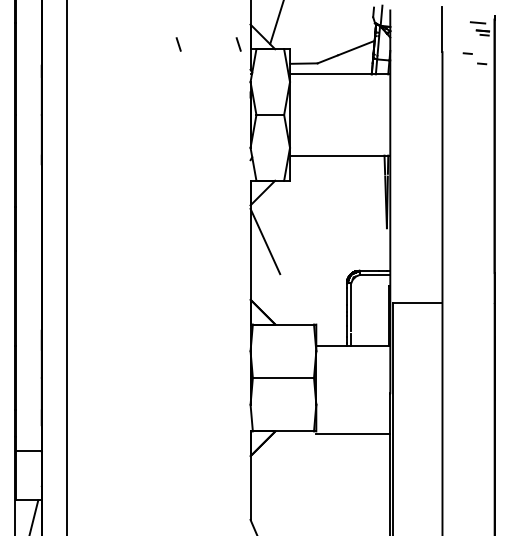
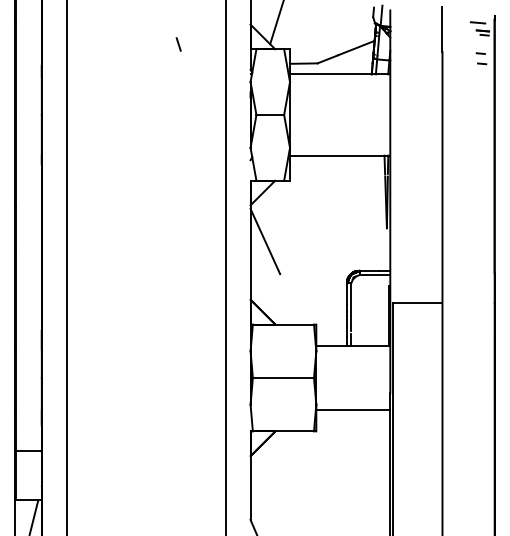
line at (238, 44): present -> none
line at (467, 53) position: (467, 53) -> (480, 53)
line at (225, 267): none -> present
line at (352, 434) position: (352, 434) -> (352, 410)
